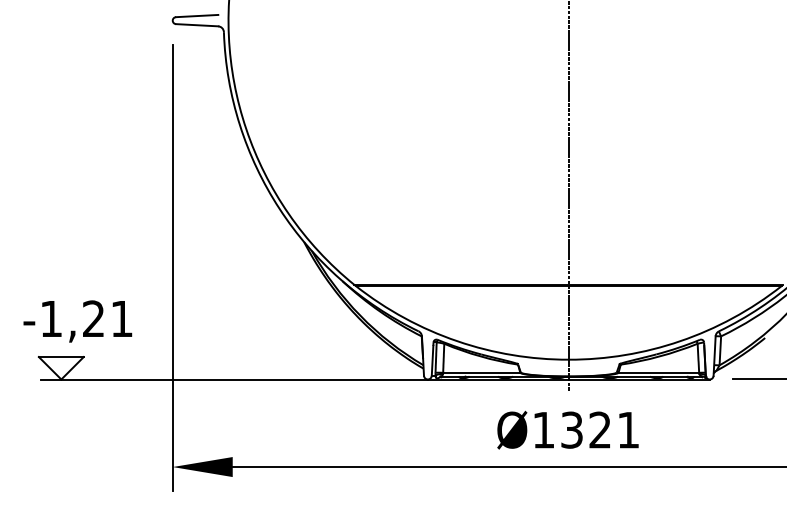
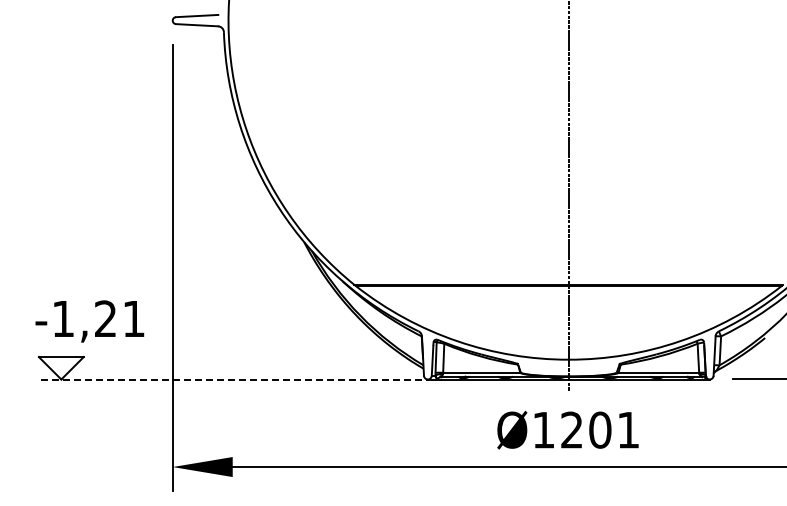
text at (77, 321) position: (77, 321) -> (89, 321)
line at (234, 379): solid -> dashed
text at (586, 429): Ø1321 -> Ø1201
